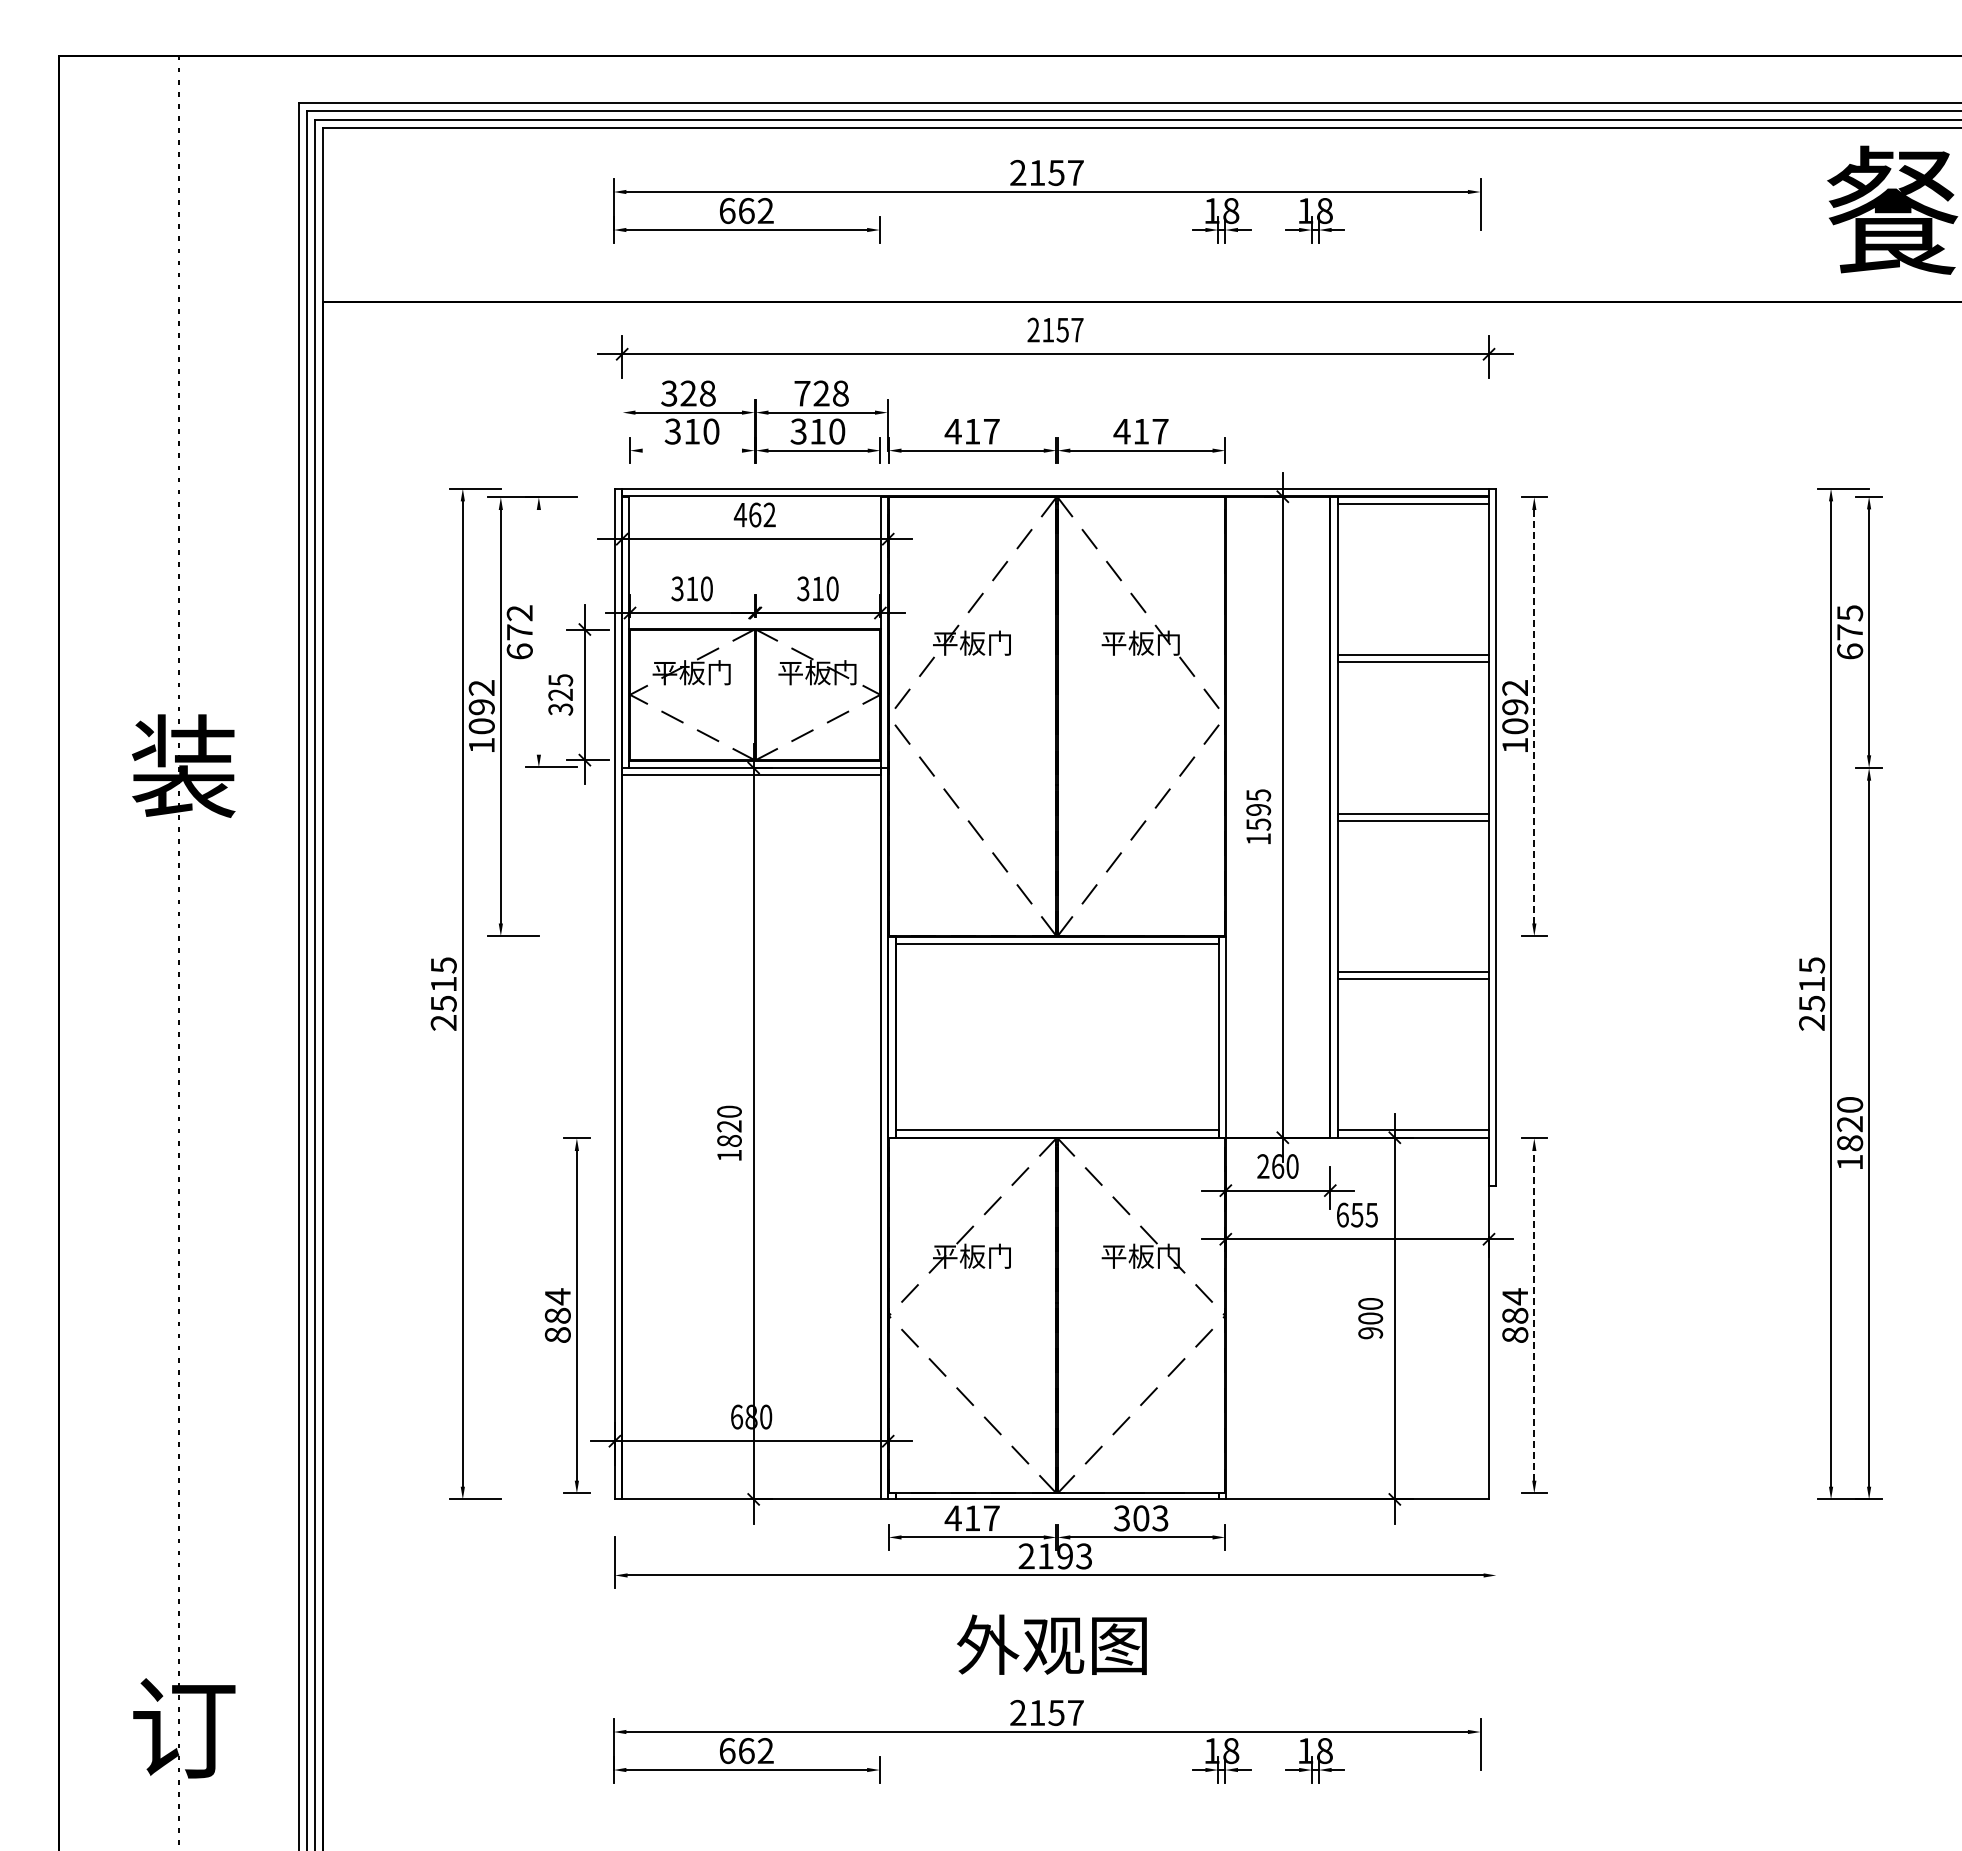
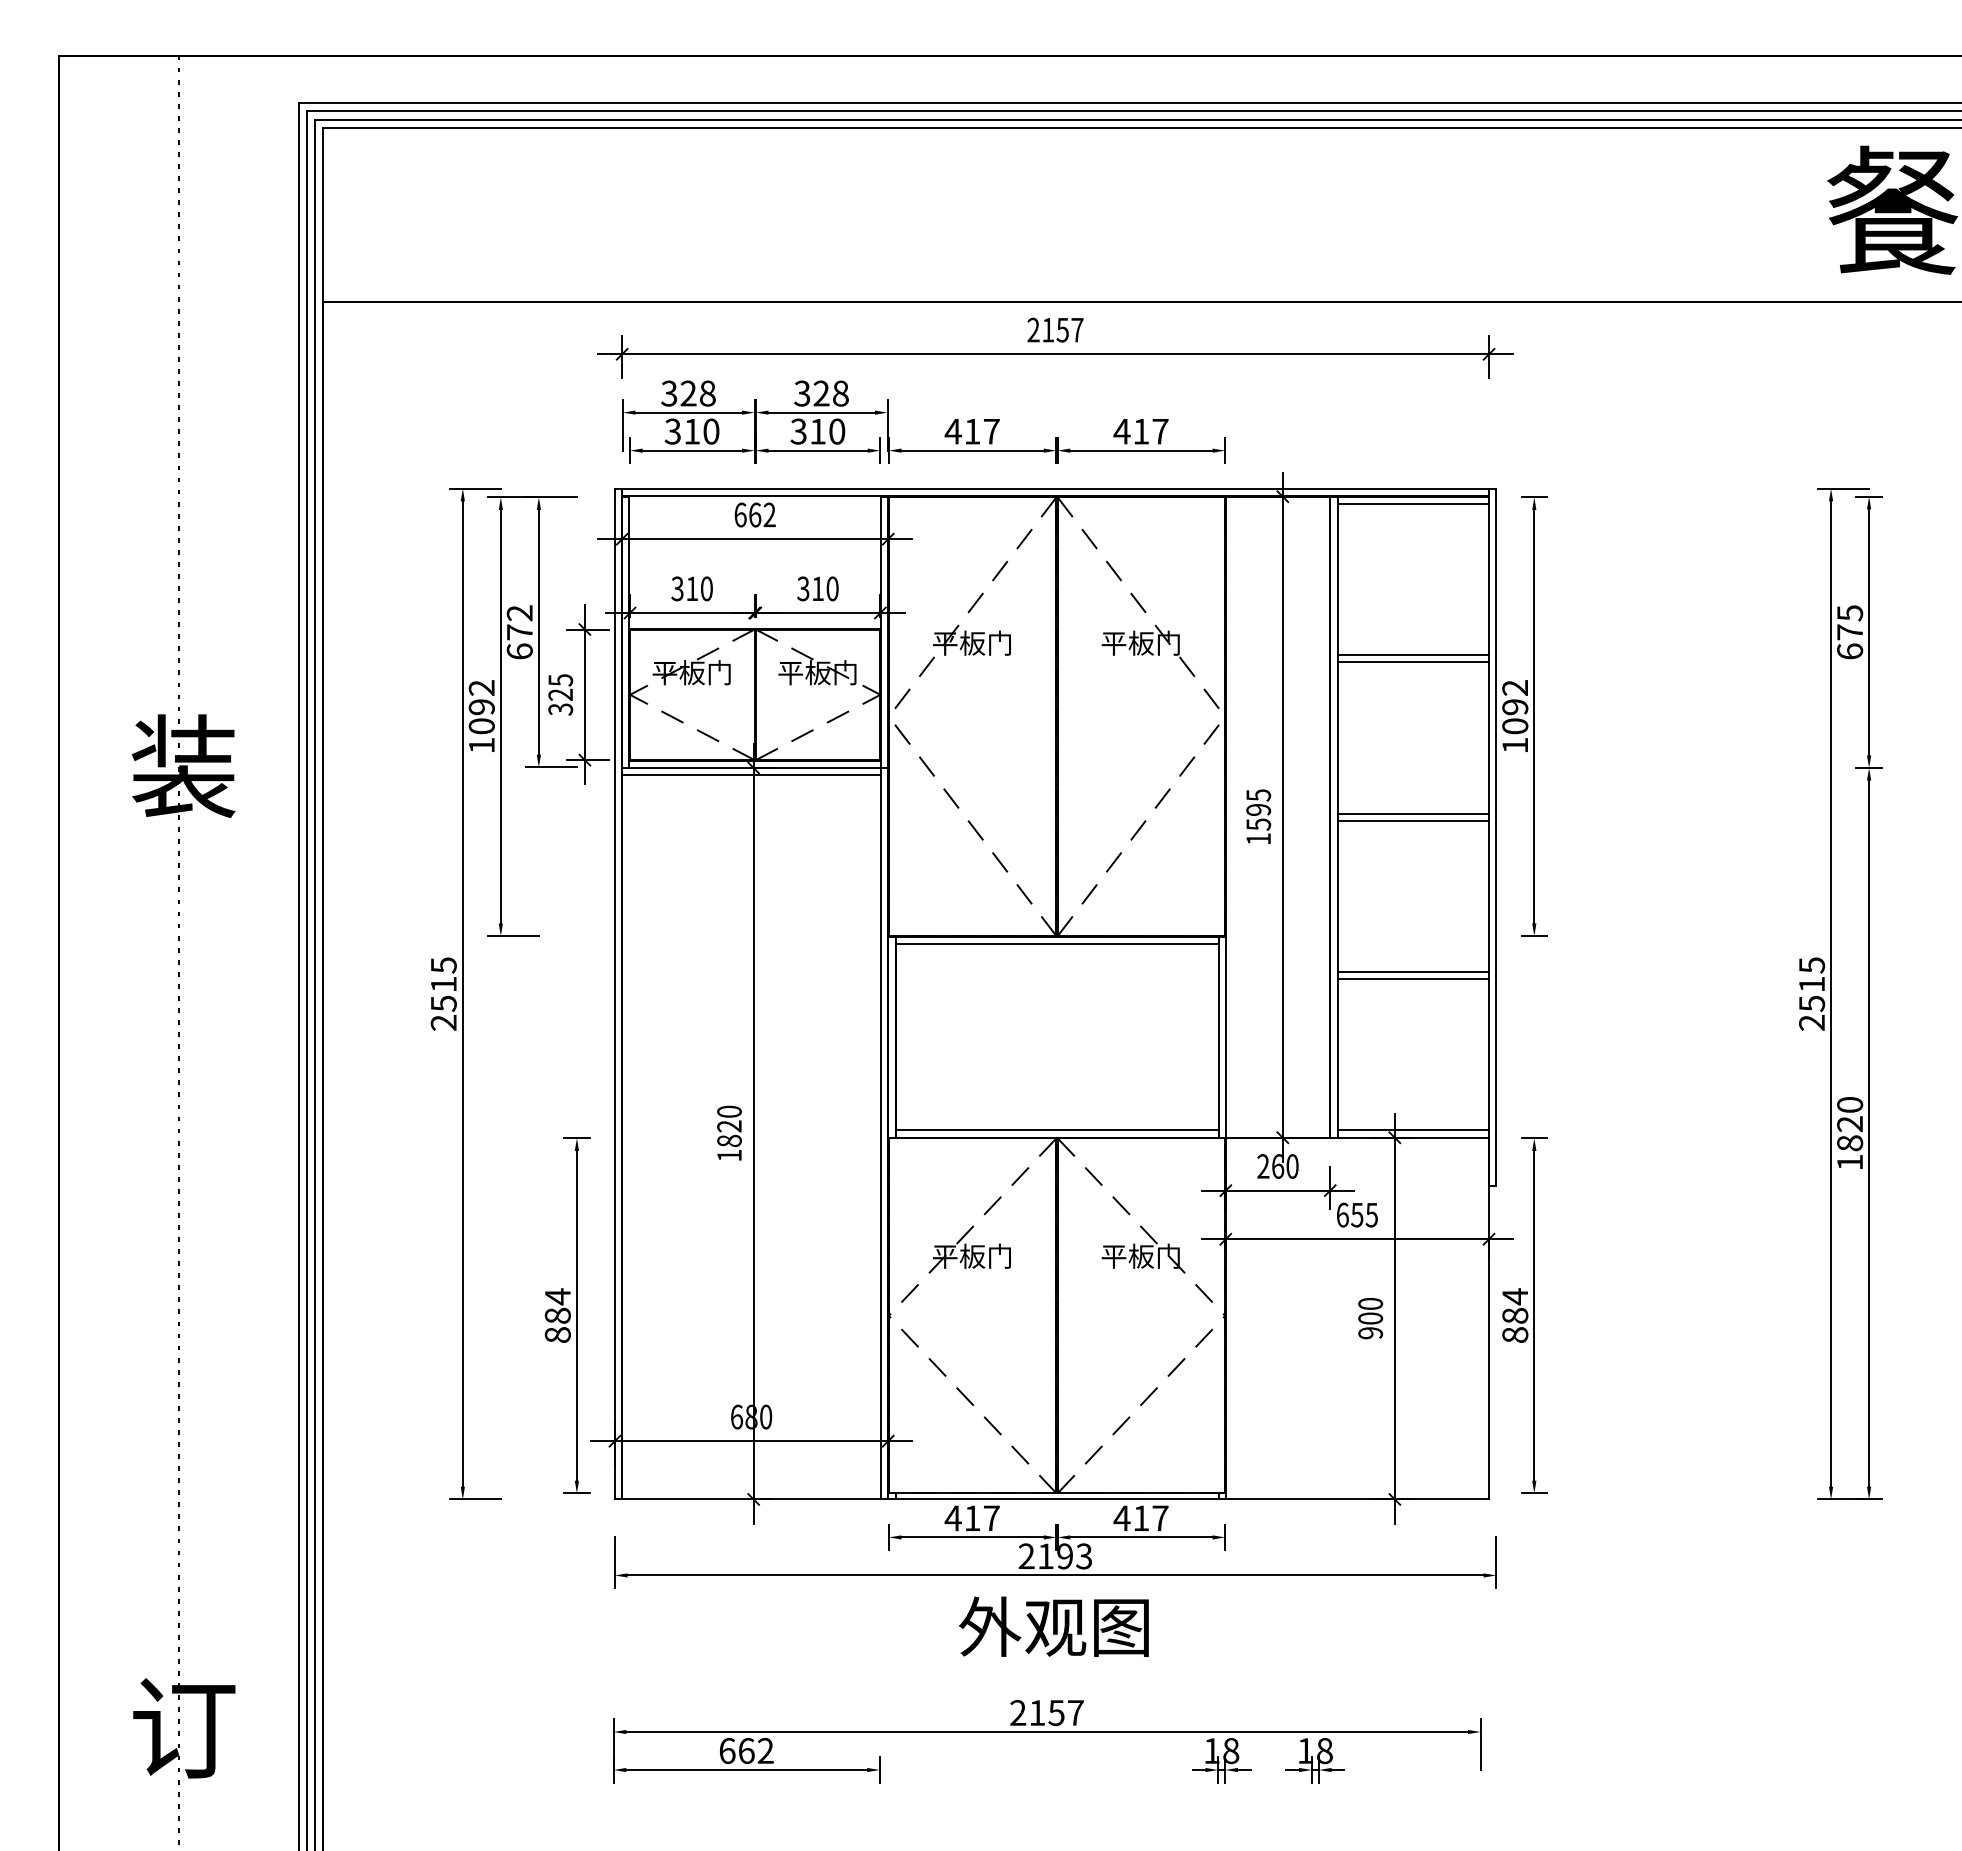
part at (1047, 192): present -> none
text at (802, 393): 728 -> 328
line at (622, 424): none -> present
line at (691, 450): none -> present
text at (740, 514): 462 -> 662
line at (538, 632): none -> present
line at (1534, 716): dashed -> solid
line at (1534, 1315): dashed -> solid
text at (1140, 1518): 303 -> 417
line at (1496, 1562): none -> present
text at (1051, 1644) position: (1051, 1644) -> (1053, 1626)
